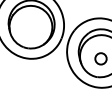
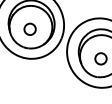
circle at (29, 28): none -> present
